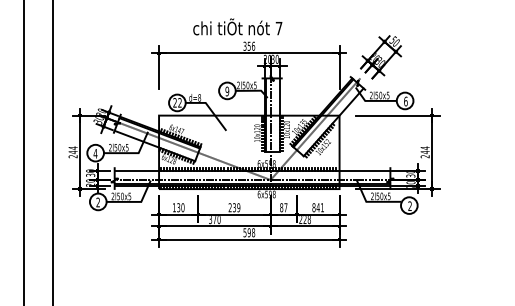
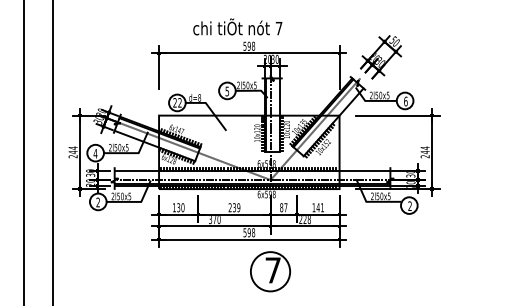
text at (248, 45): 356 -> 598
text at (227, 90): 9 -> 5
text at (313, 207): 841 -> 141
part at (270, 271): none -> present
